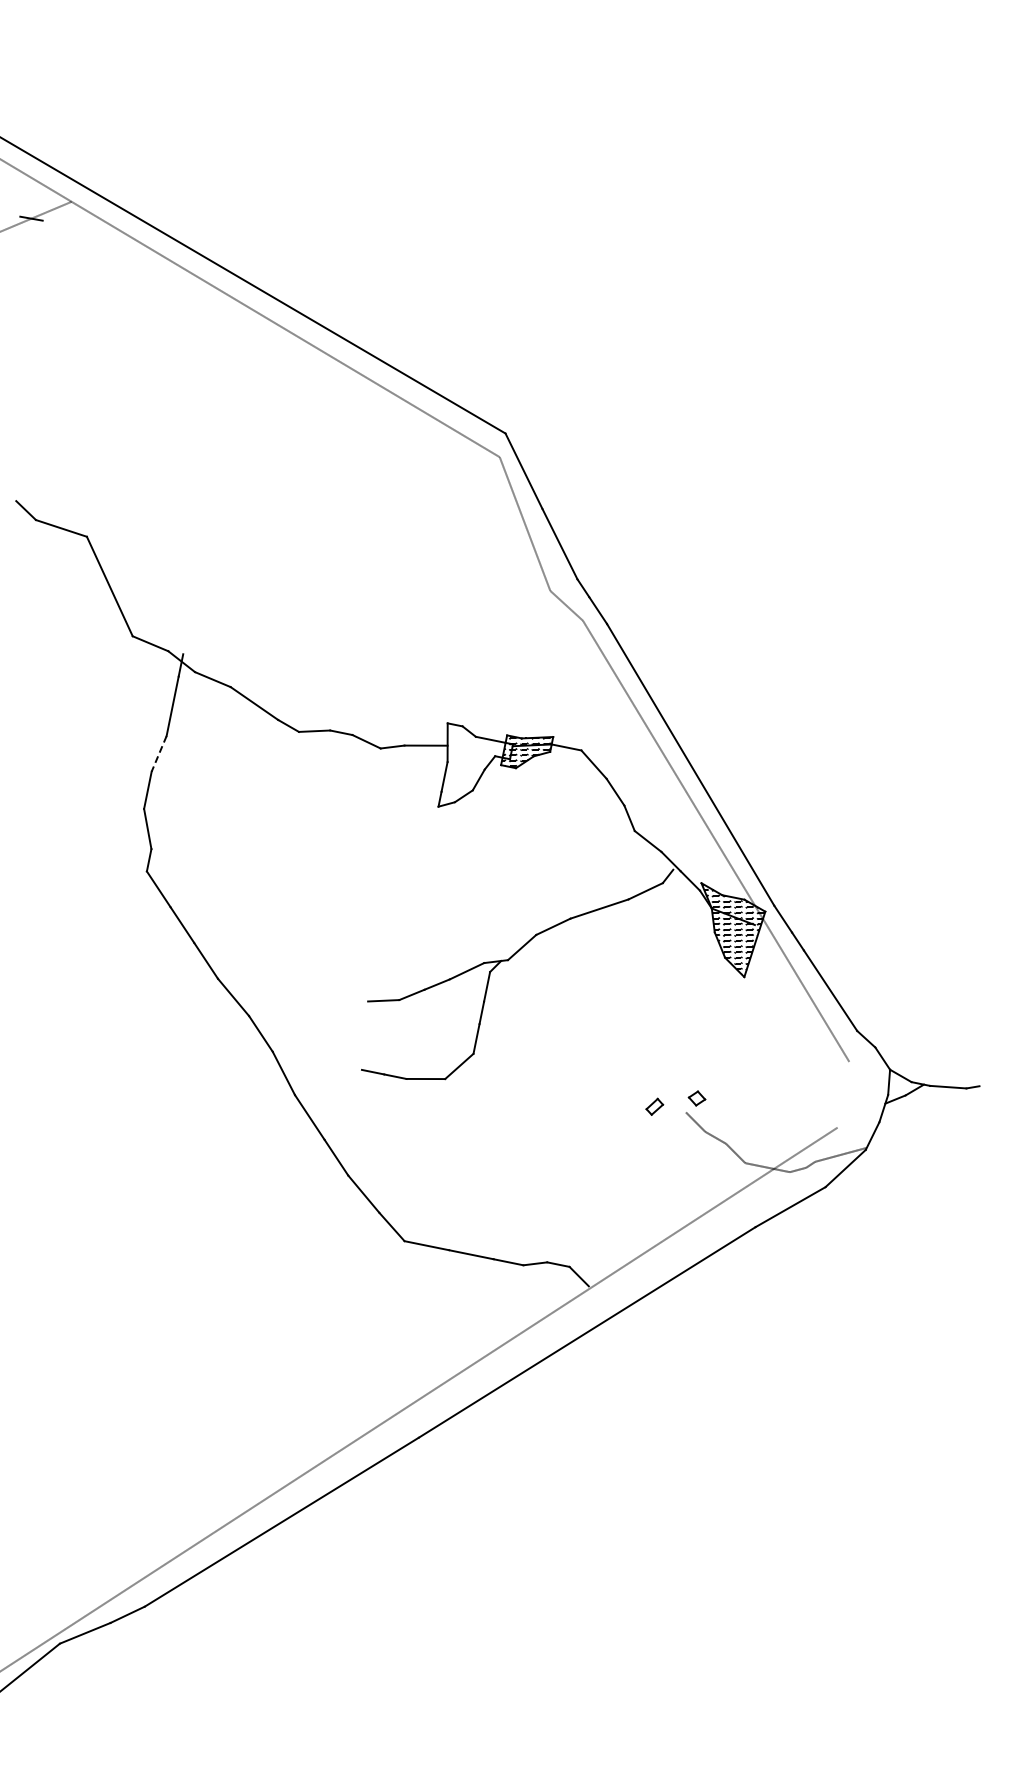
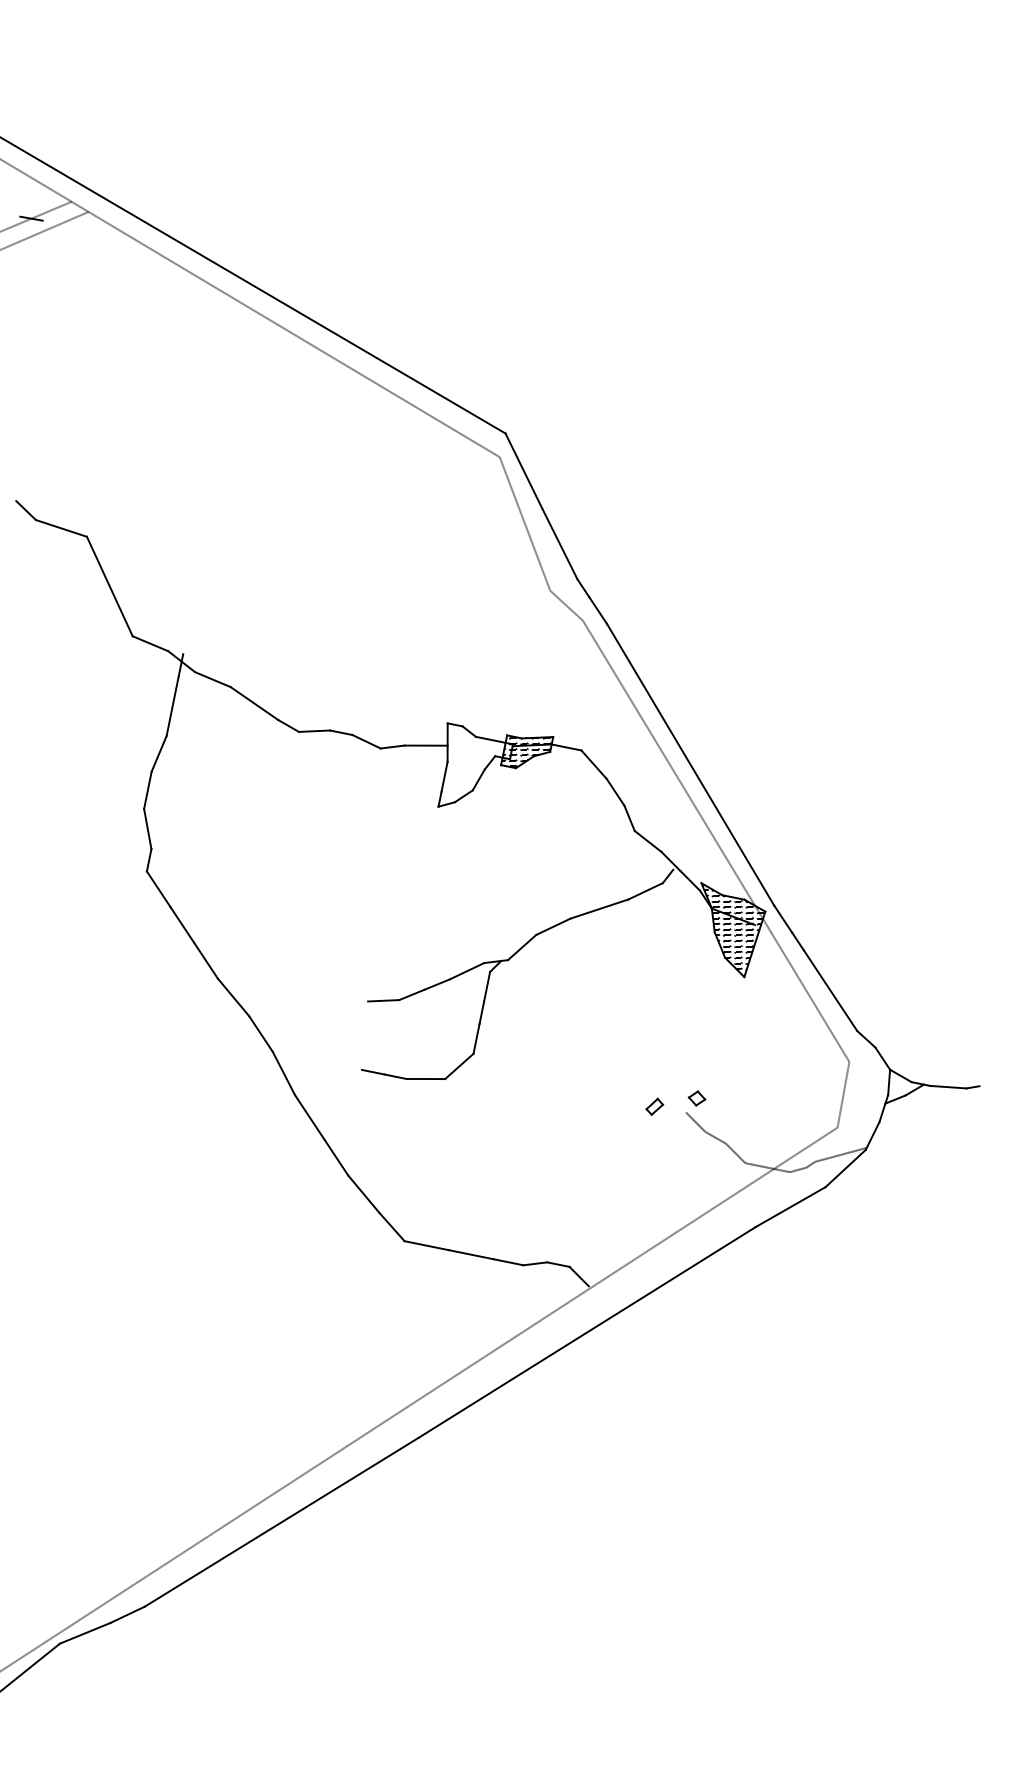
line at (45, 230): none -> present
line at (158, 754): dashed -> solid
line at (843, 1094): none -> present
